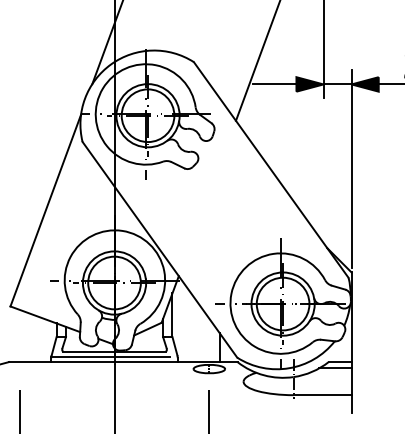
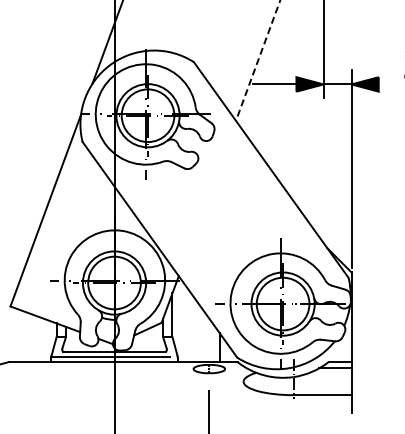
line at (258, 60): solid -> dashed
line at (389, 84): present -> none
line at (19, 409): present -> none
